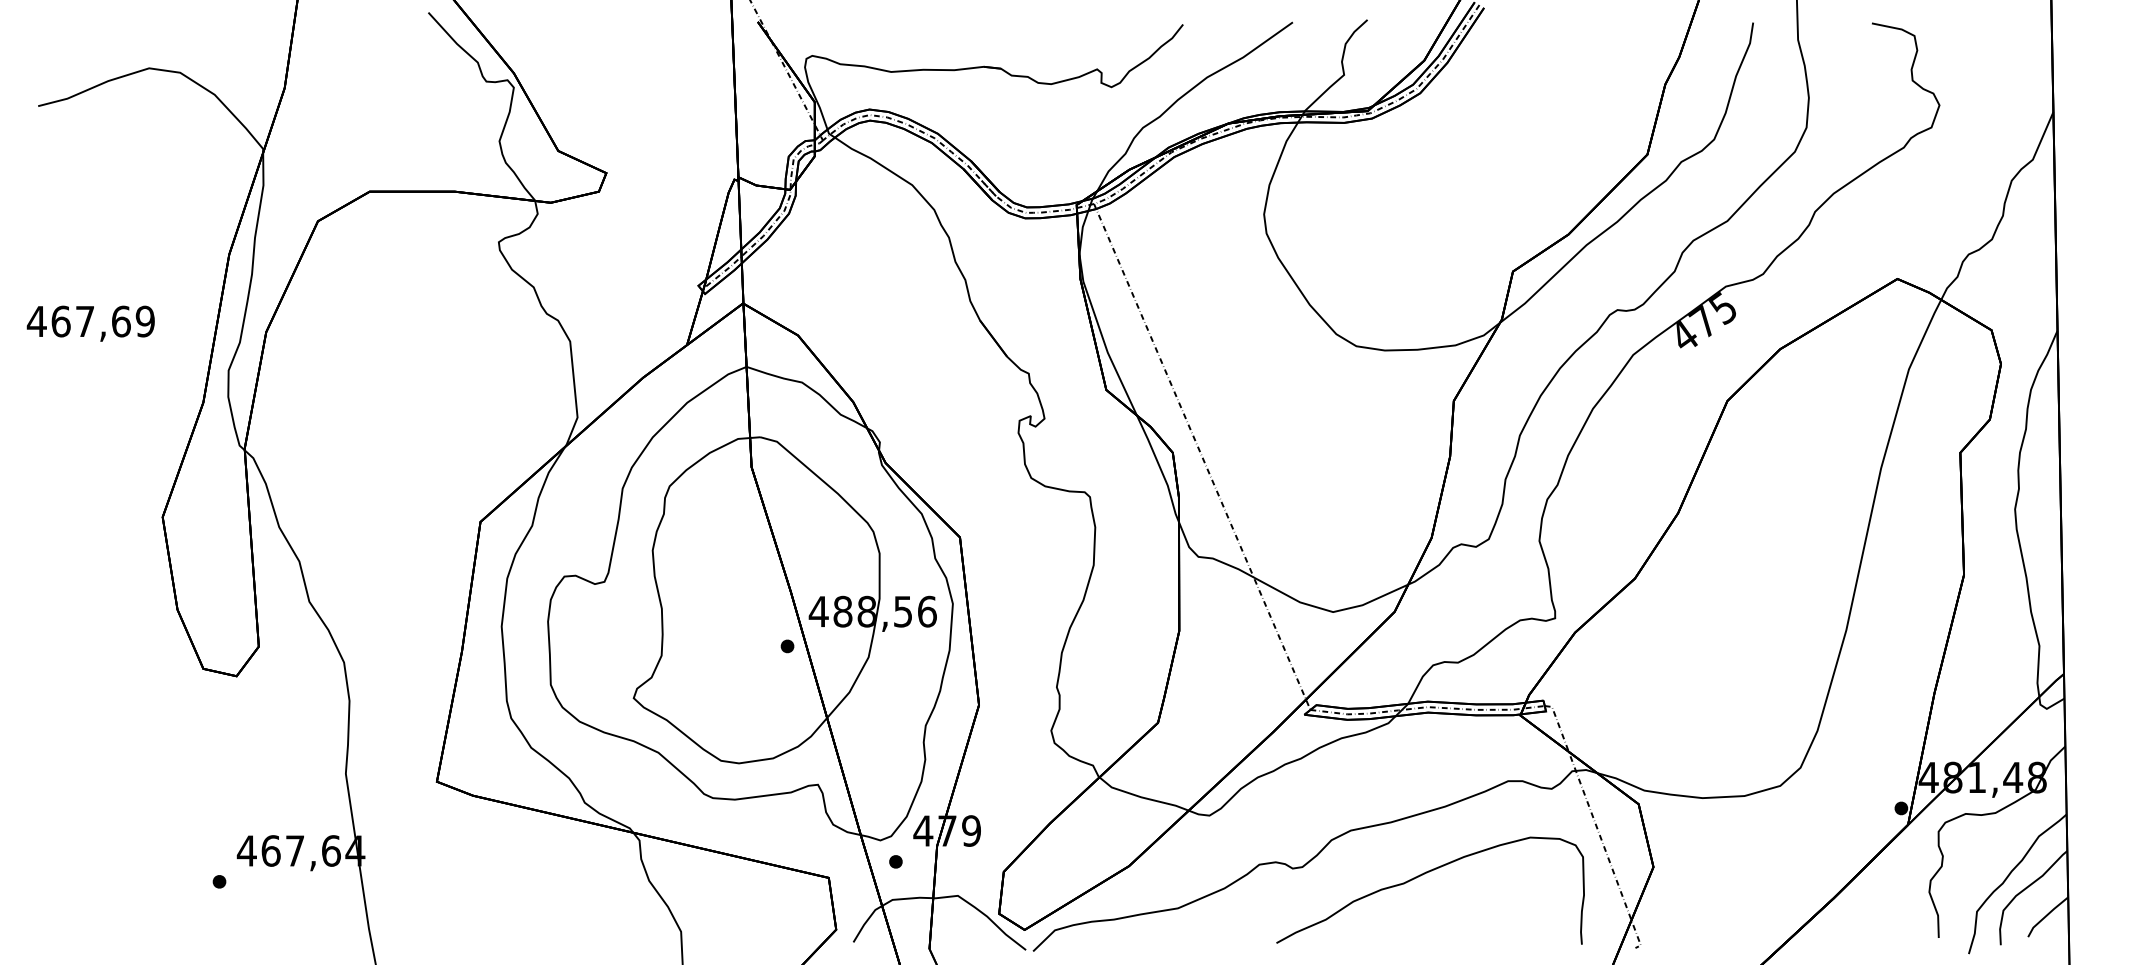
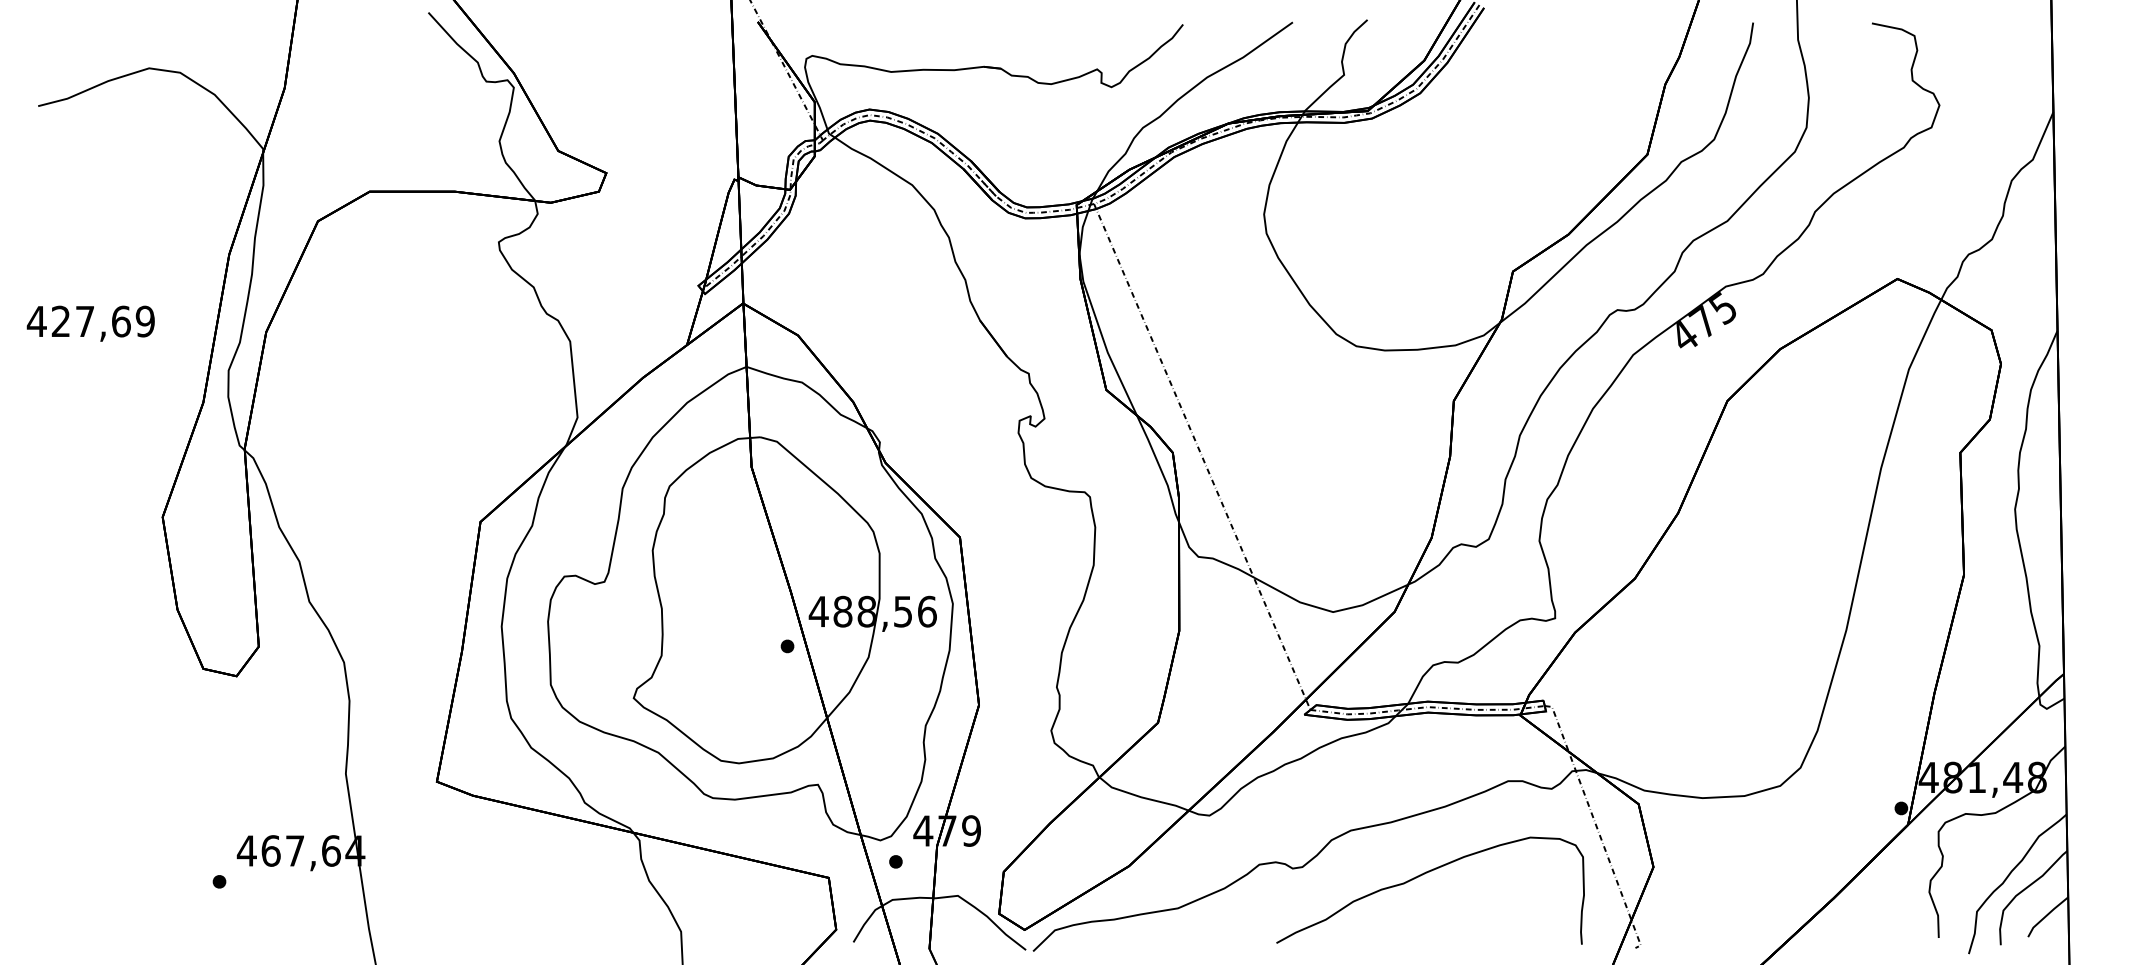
text at (60, 321): 467,69 -> 427,69
